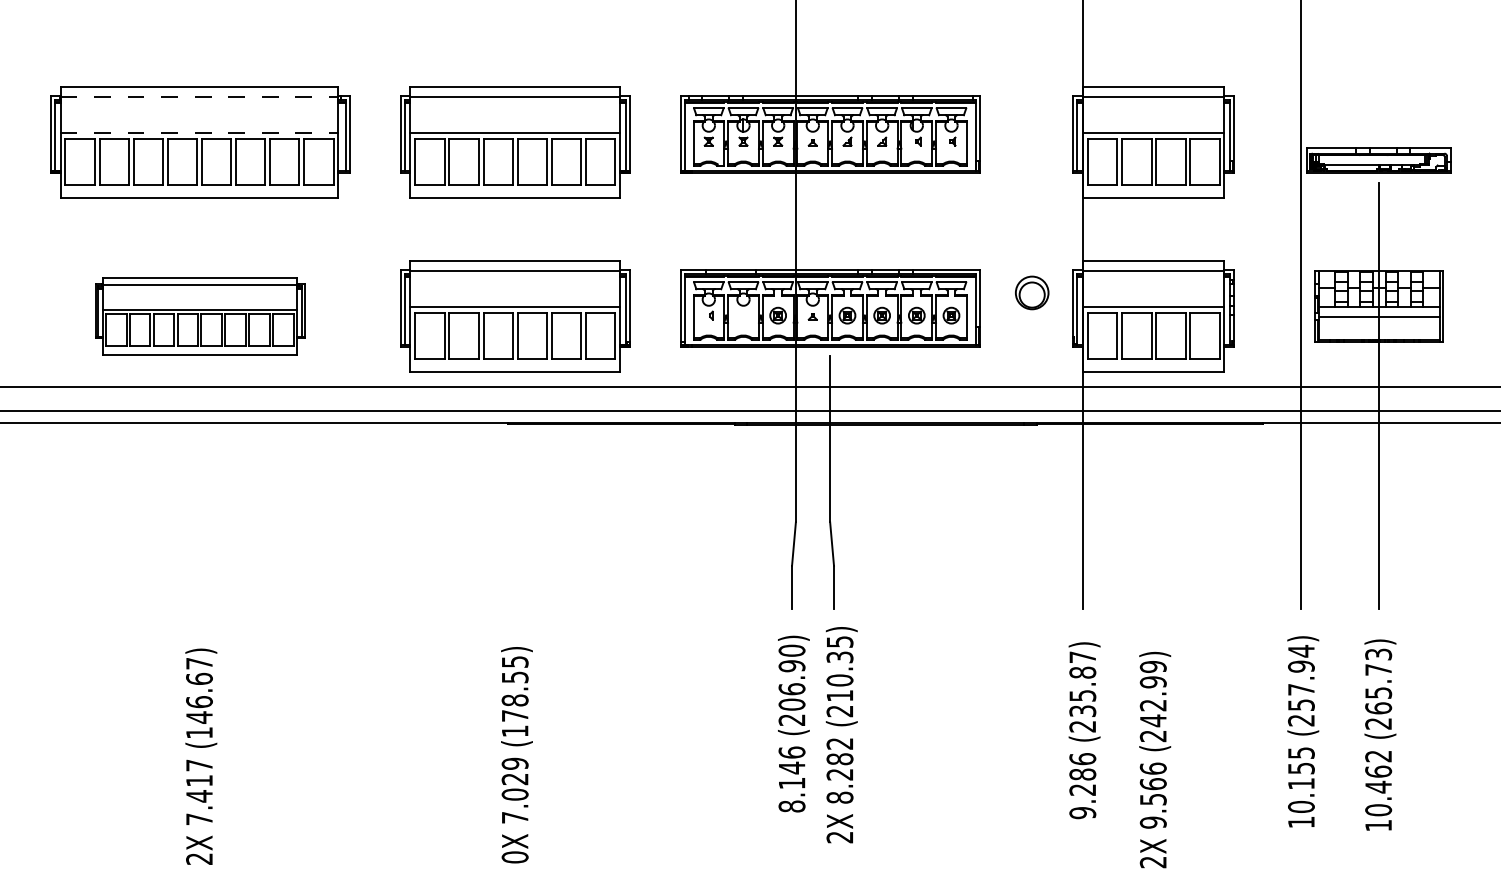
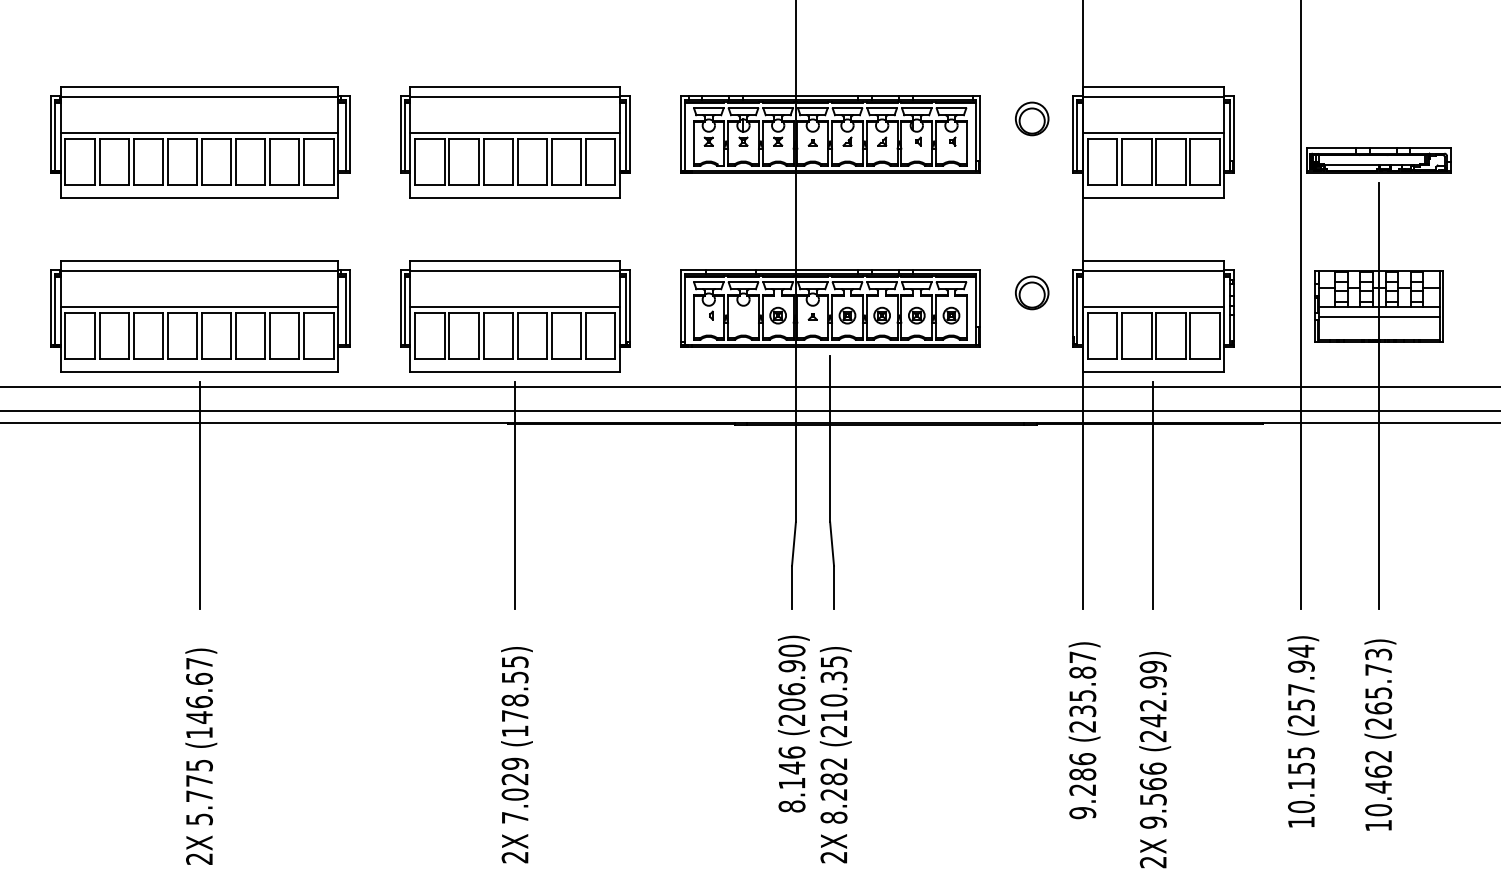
line at (199, 97): dashed -> solid
part at (1032, 118): none -> present
line at (199, 132): dashed -> solid
part at (200, 316) size: 211x79 px -> 301x113 px
line at (199, 495): none -> present
line at (515, 495): none -> present
line at (1153, 495): none -> present
text at (841, 735) position: (841, 735) -> (835, 755)
text at (199, 792): 7.417 -> 5.775
text at (514, 857): 0X -> 2X
